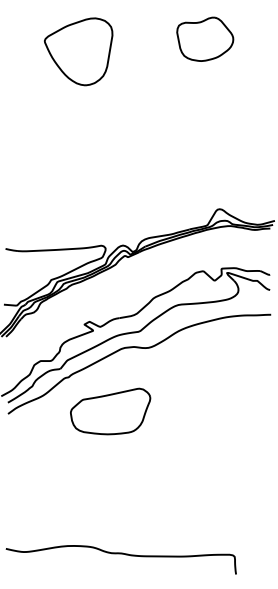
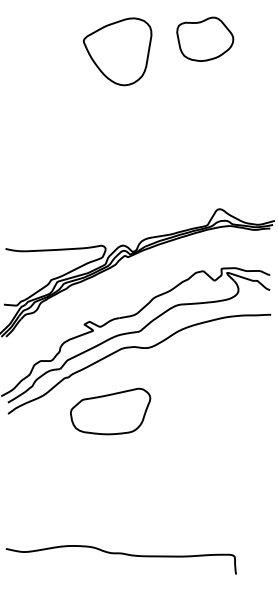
part at (78, 51) position: (78, 51) -> (117, 51)
